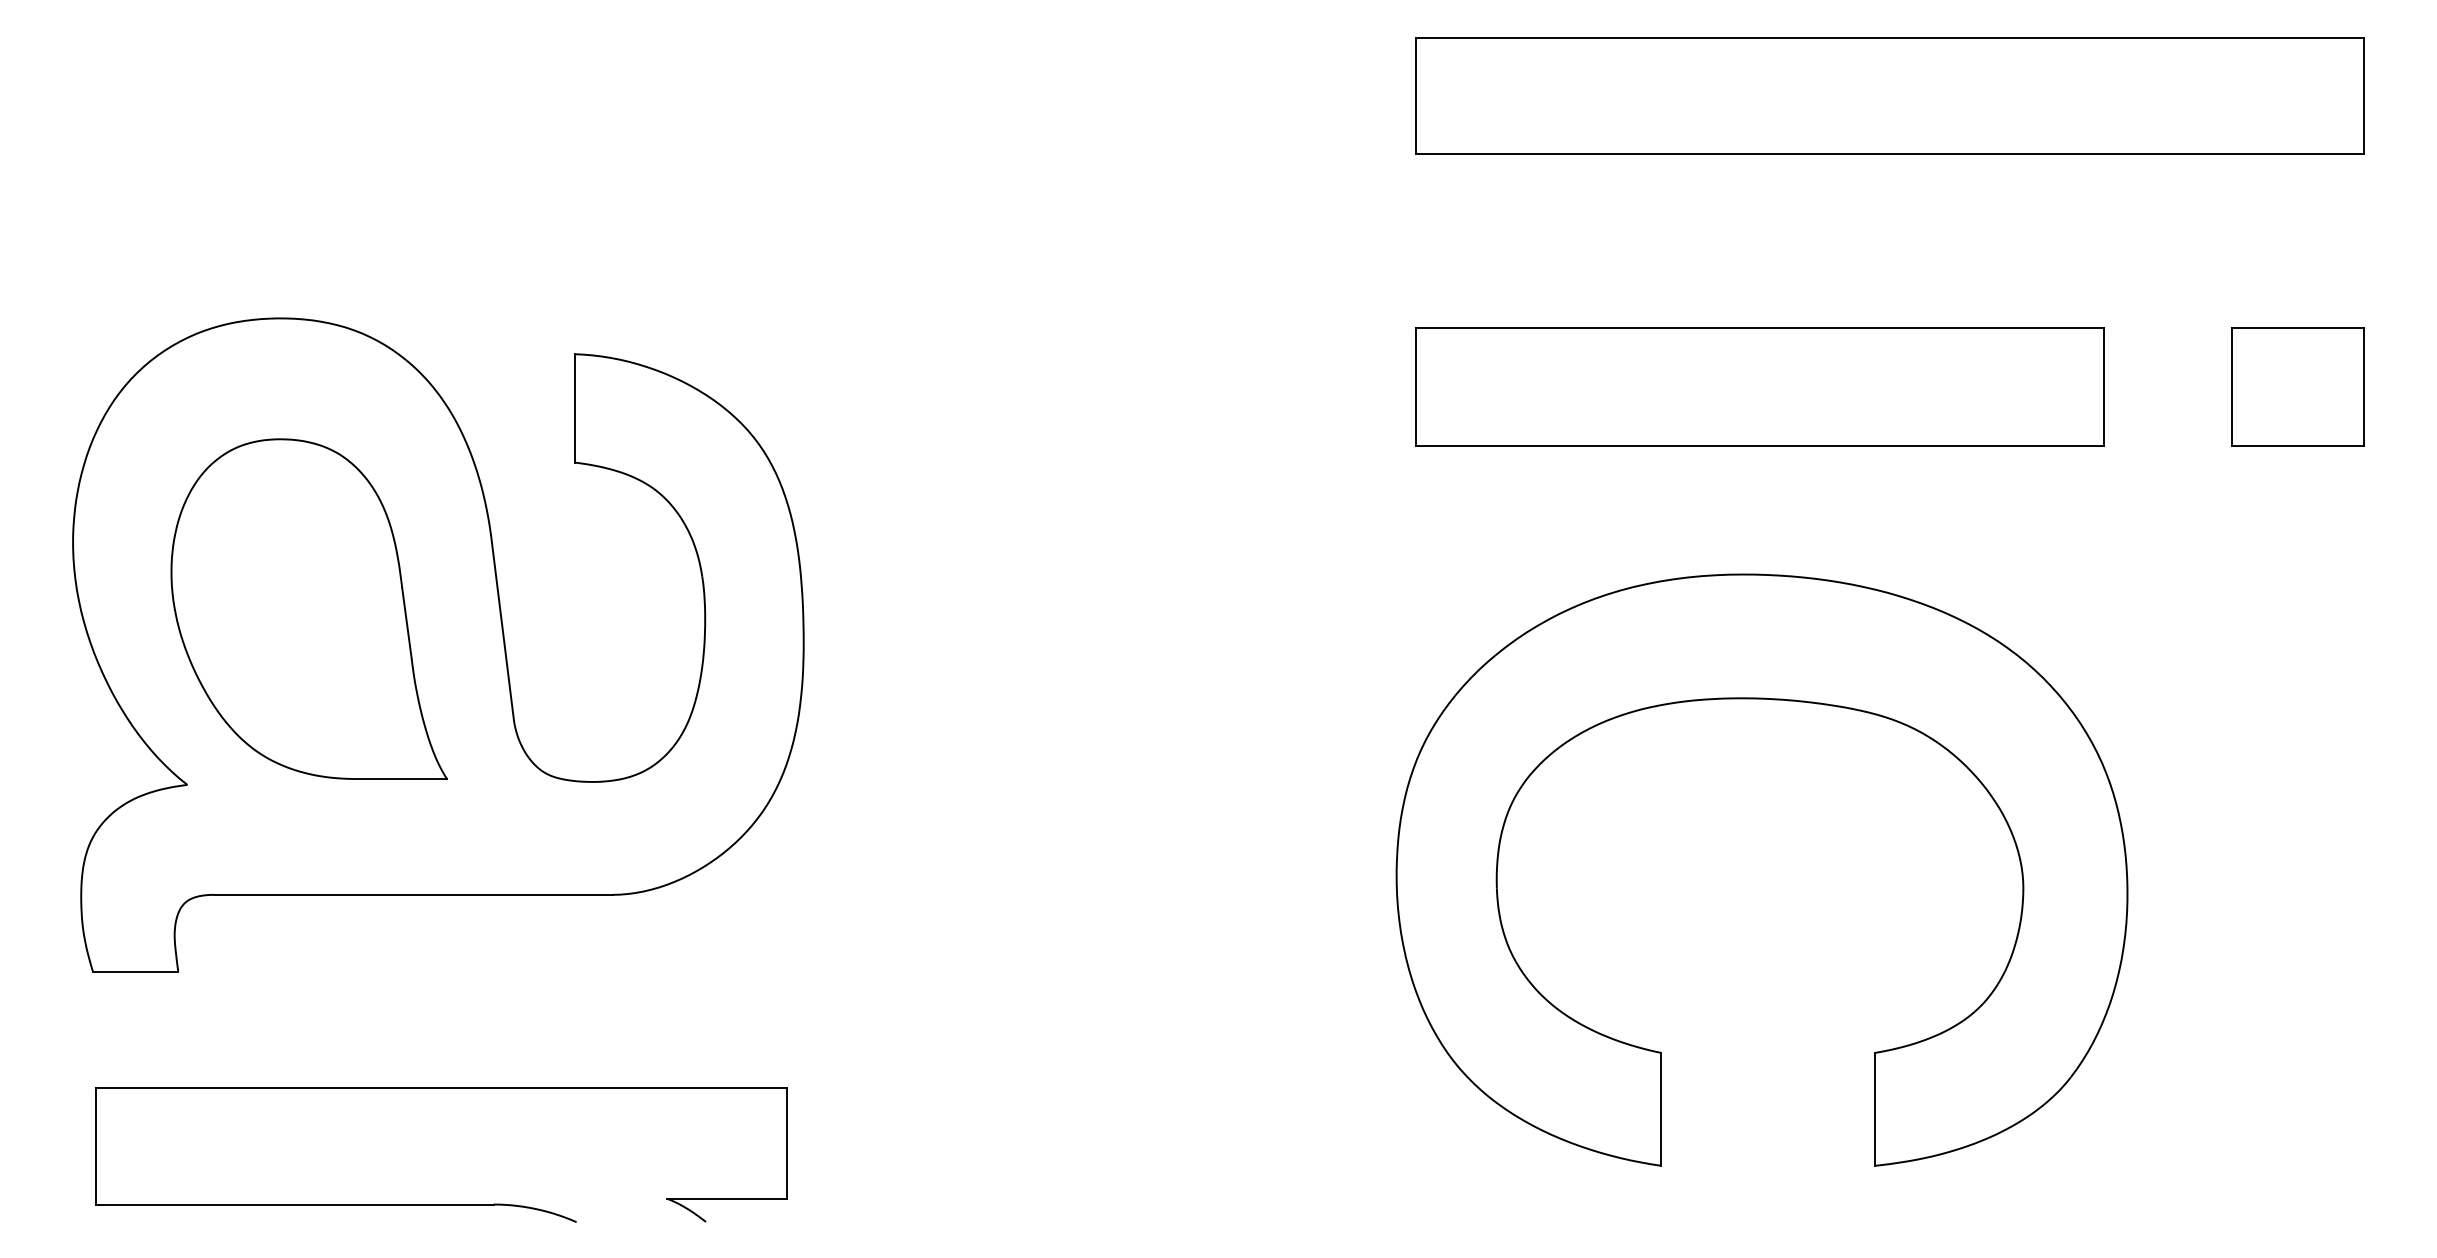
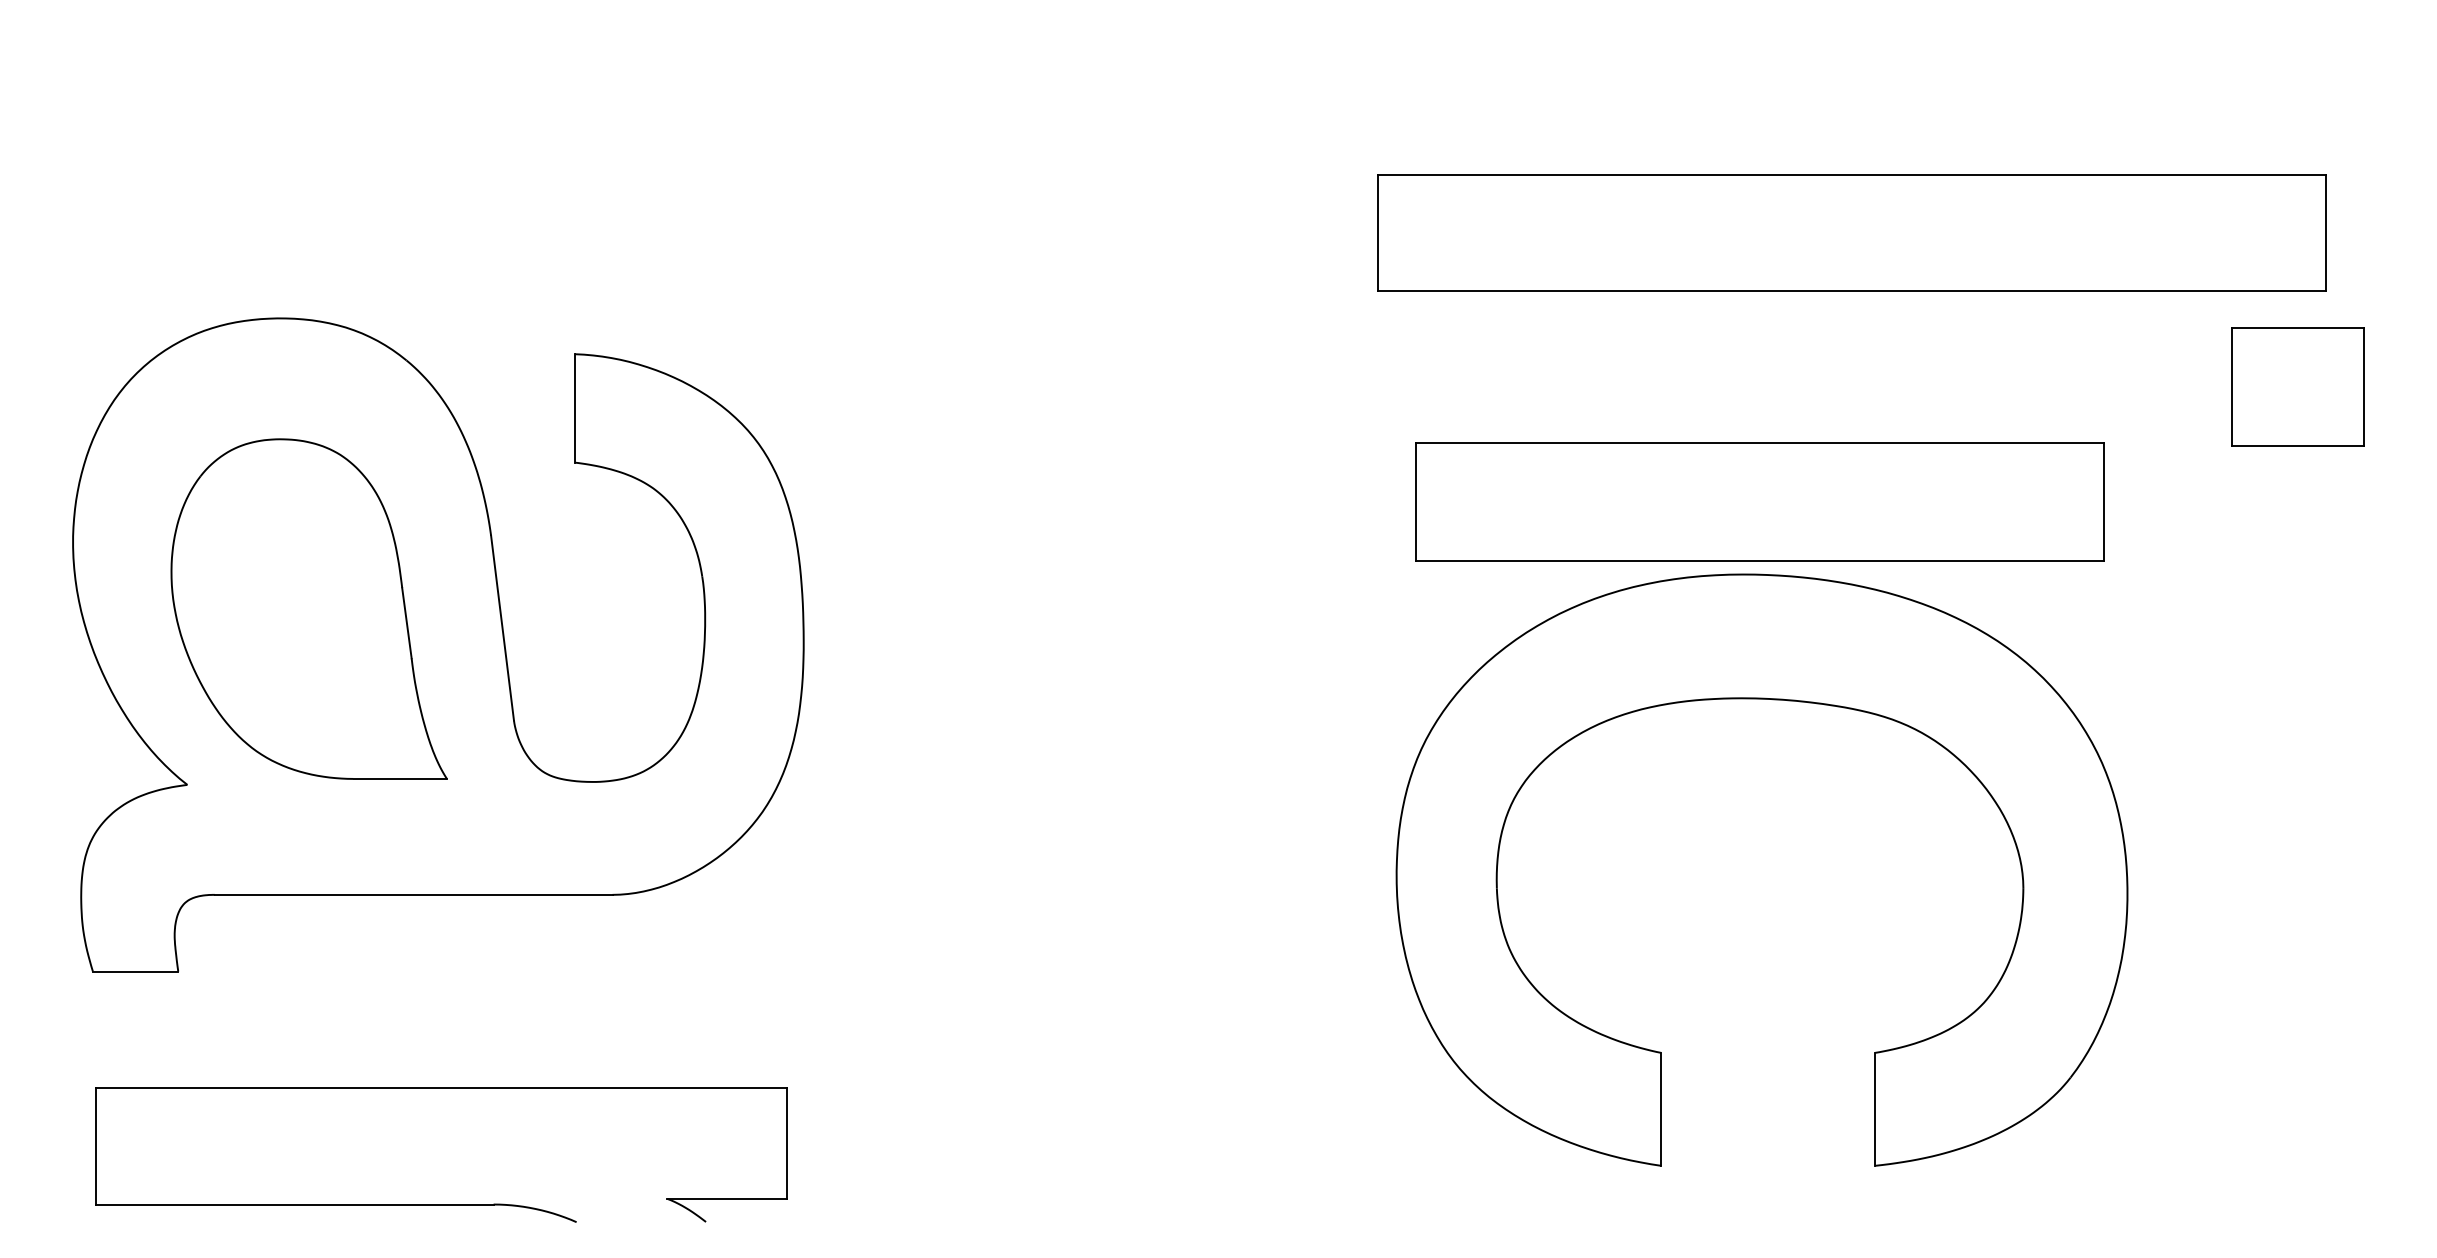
part at (1889, 95) position: (1889, 95) -> (1851, 232)
part at (1759, 386) position: (1759, 386) -> (1759, 501)
